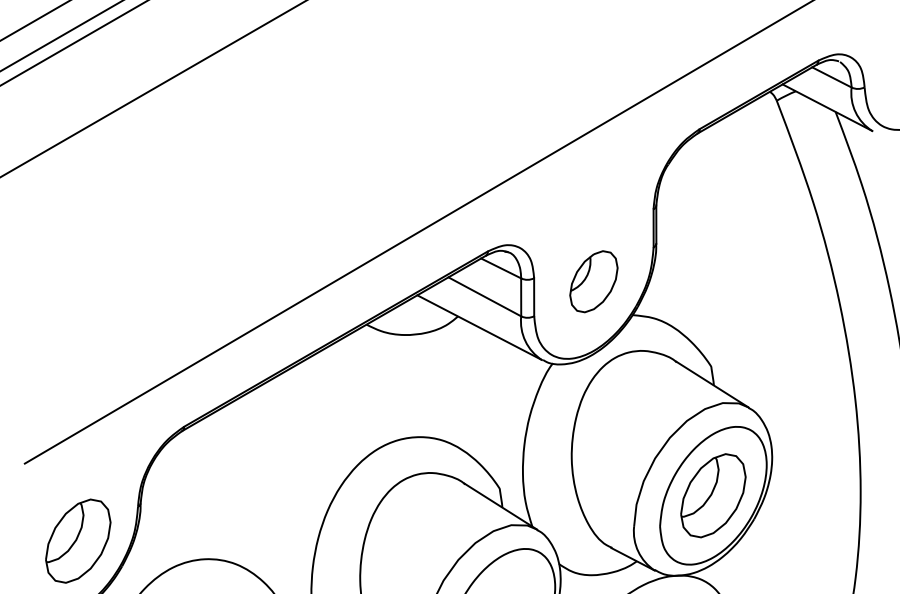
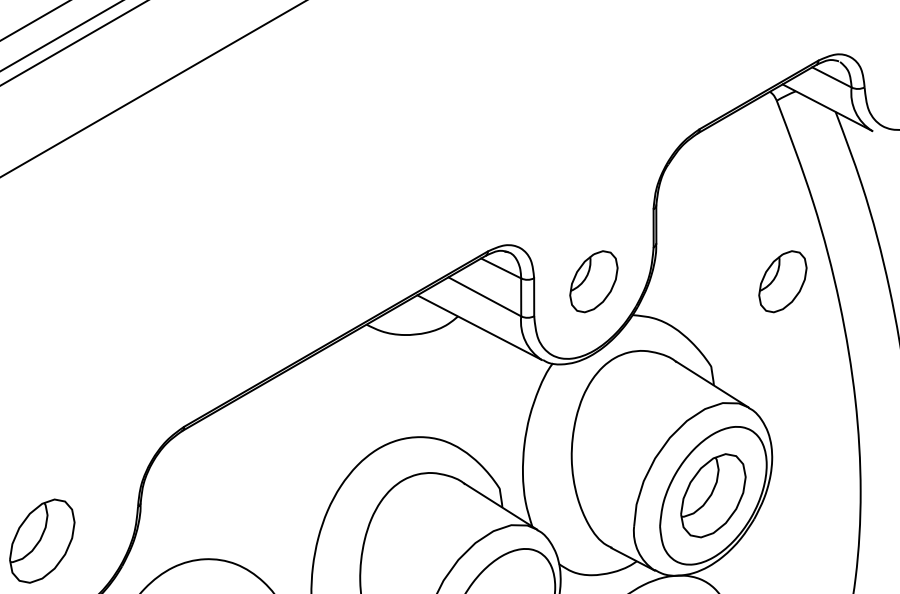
line at (417, 232): present -> none
part at (782, 281): none -> present
part at (78, 540) position: (78, 540) -> (42, 540)
